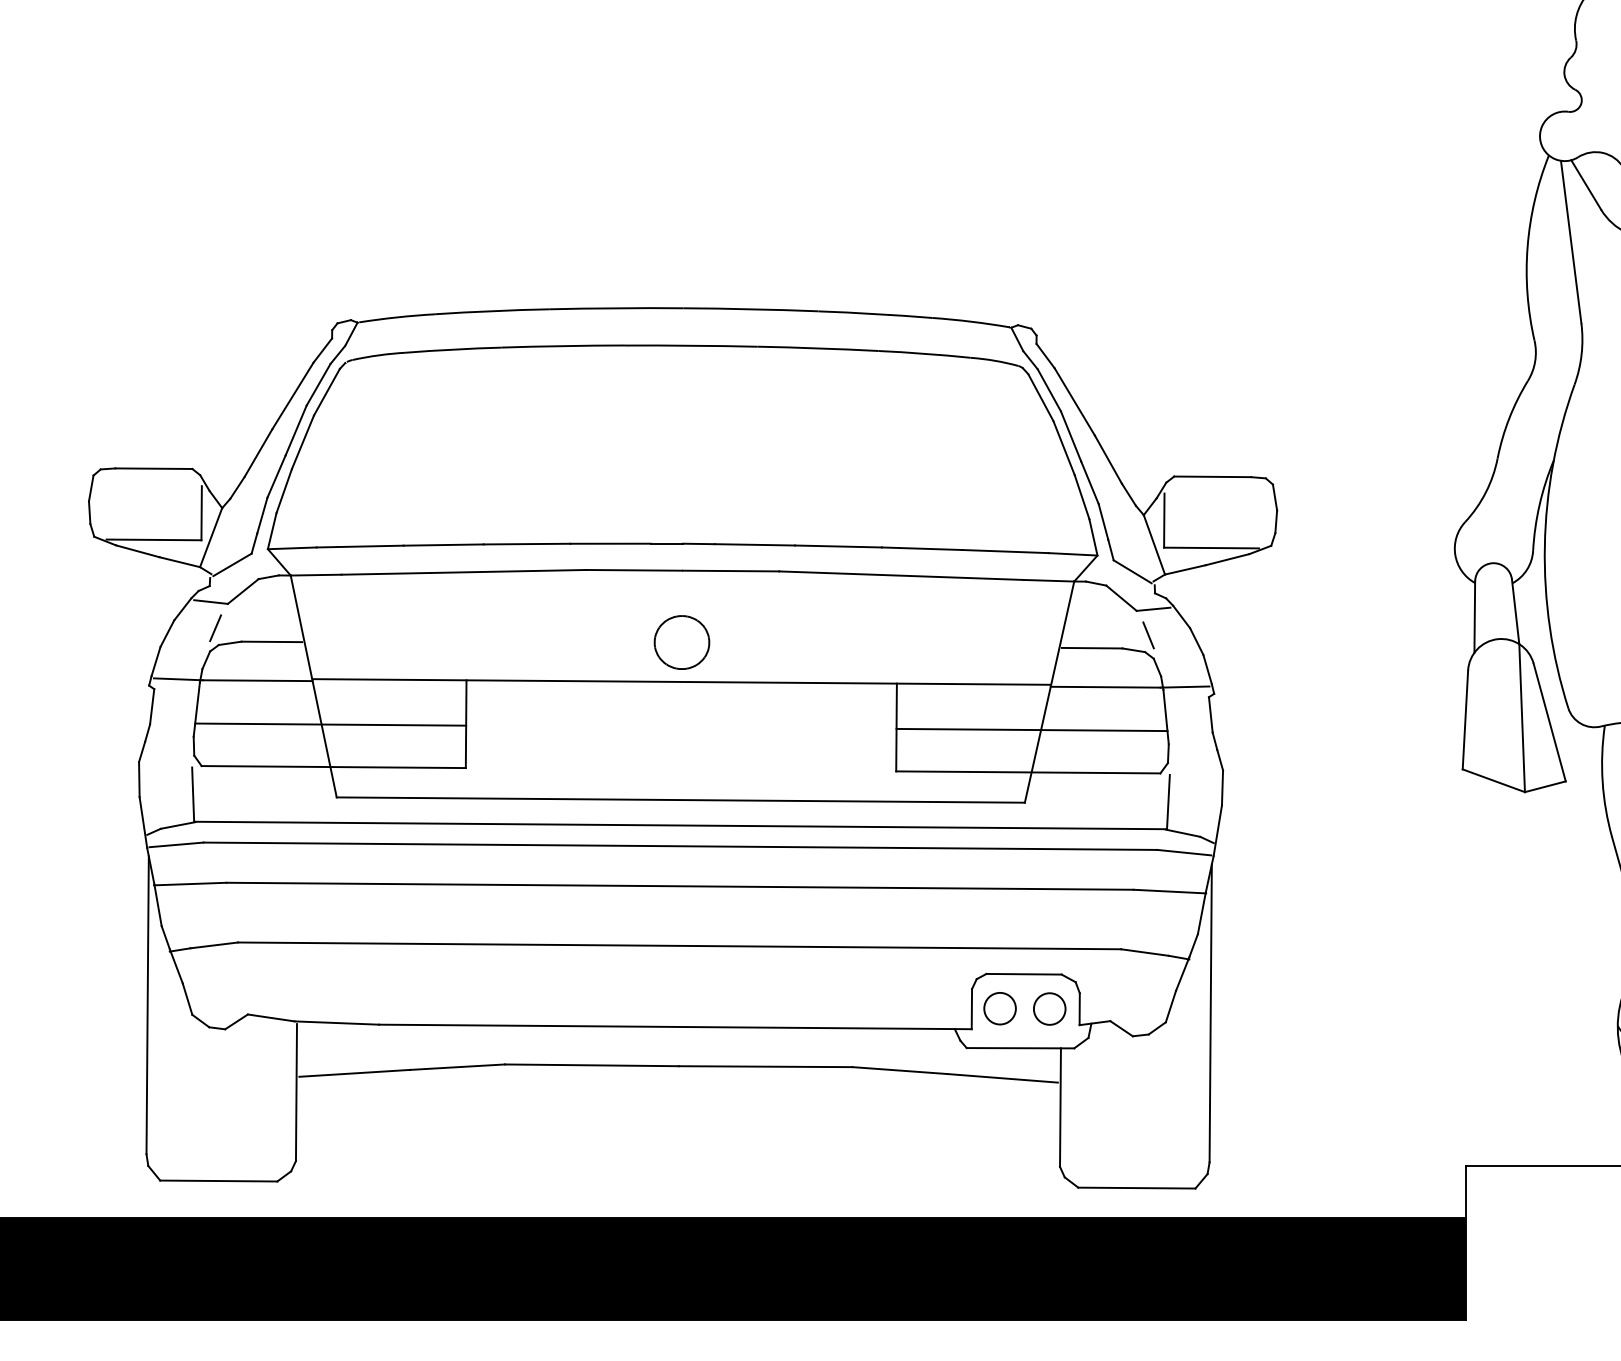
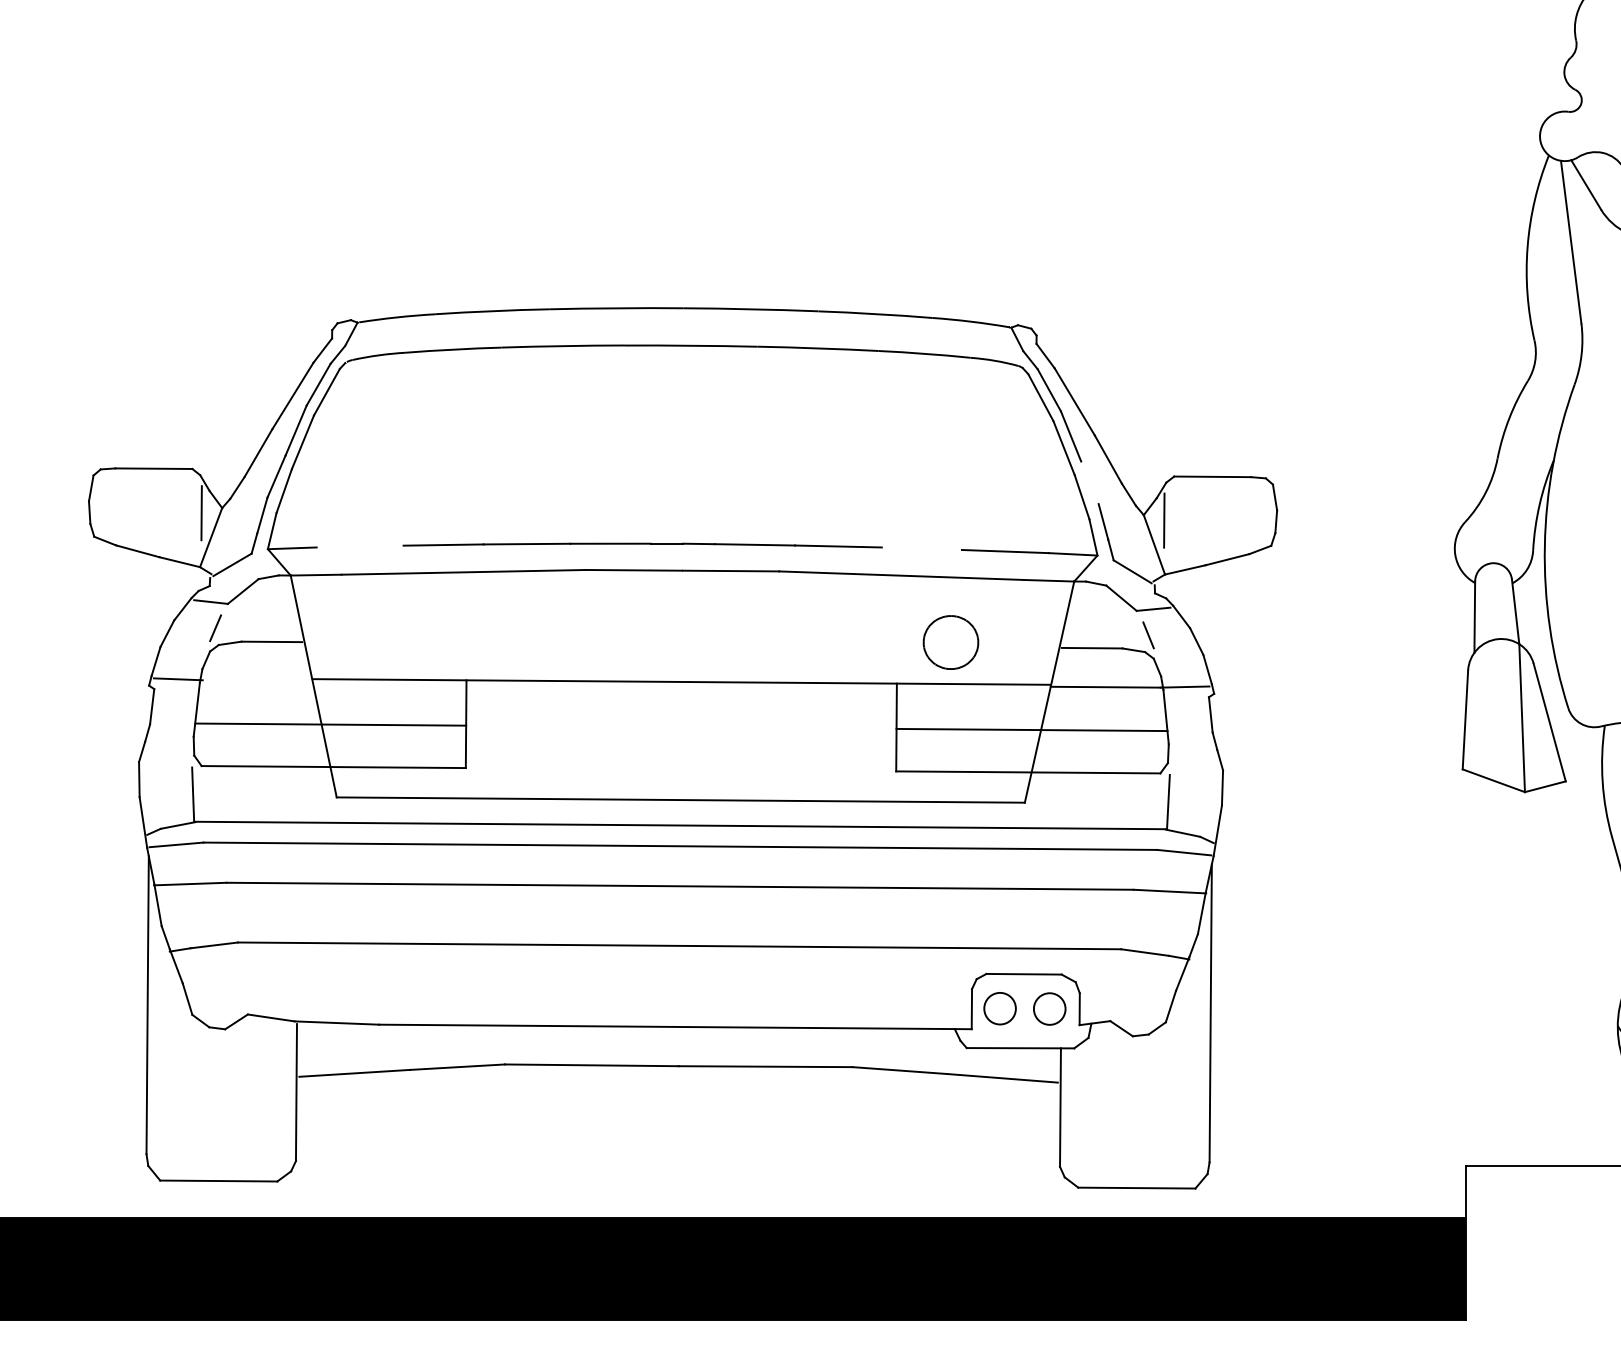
line at (1089, 482): present -> none
line at (153, 539): present -> none
line at (359, 546): present -> none
line at (1211, 547): present -> none
line at (921, 548): present -> none
part at (681, 642) position: (681, 642) -> (950, 642)
line at (257, 680): present -> none
